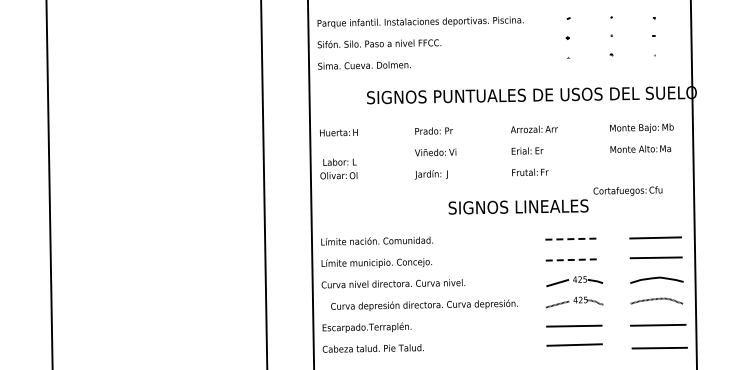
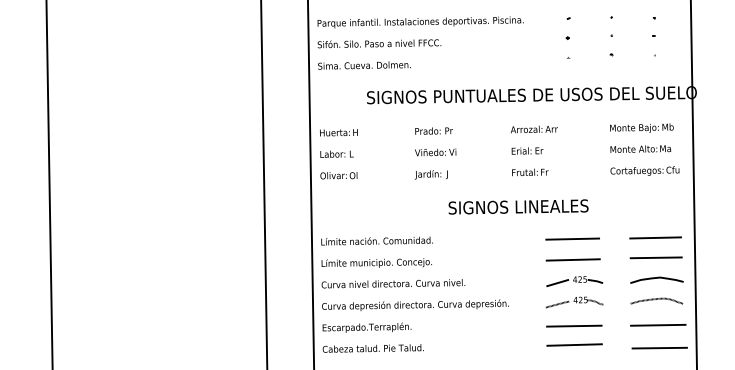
text at (339, 161) position: (339, 161) -> (336, 153)
text at (627, 190) position: (627, 190) -> (644, 170)
line at (573, 239): dashed -> solid
line at (573, 259): dashed -> solid
text at (424, 304) position: (424, 304) -> (415, 304)
